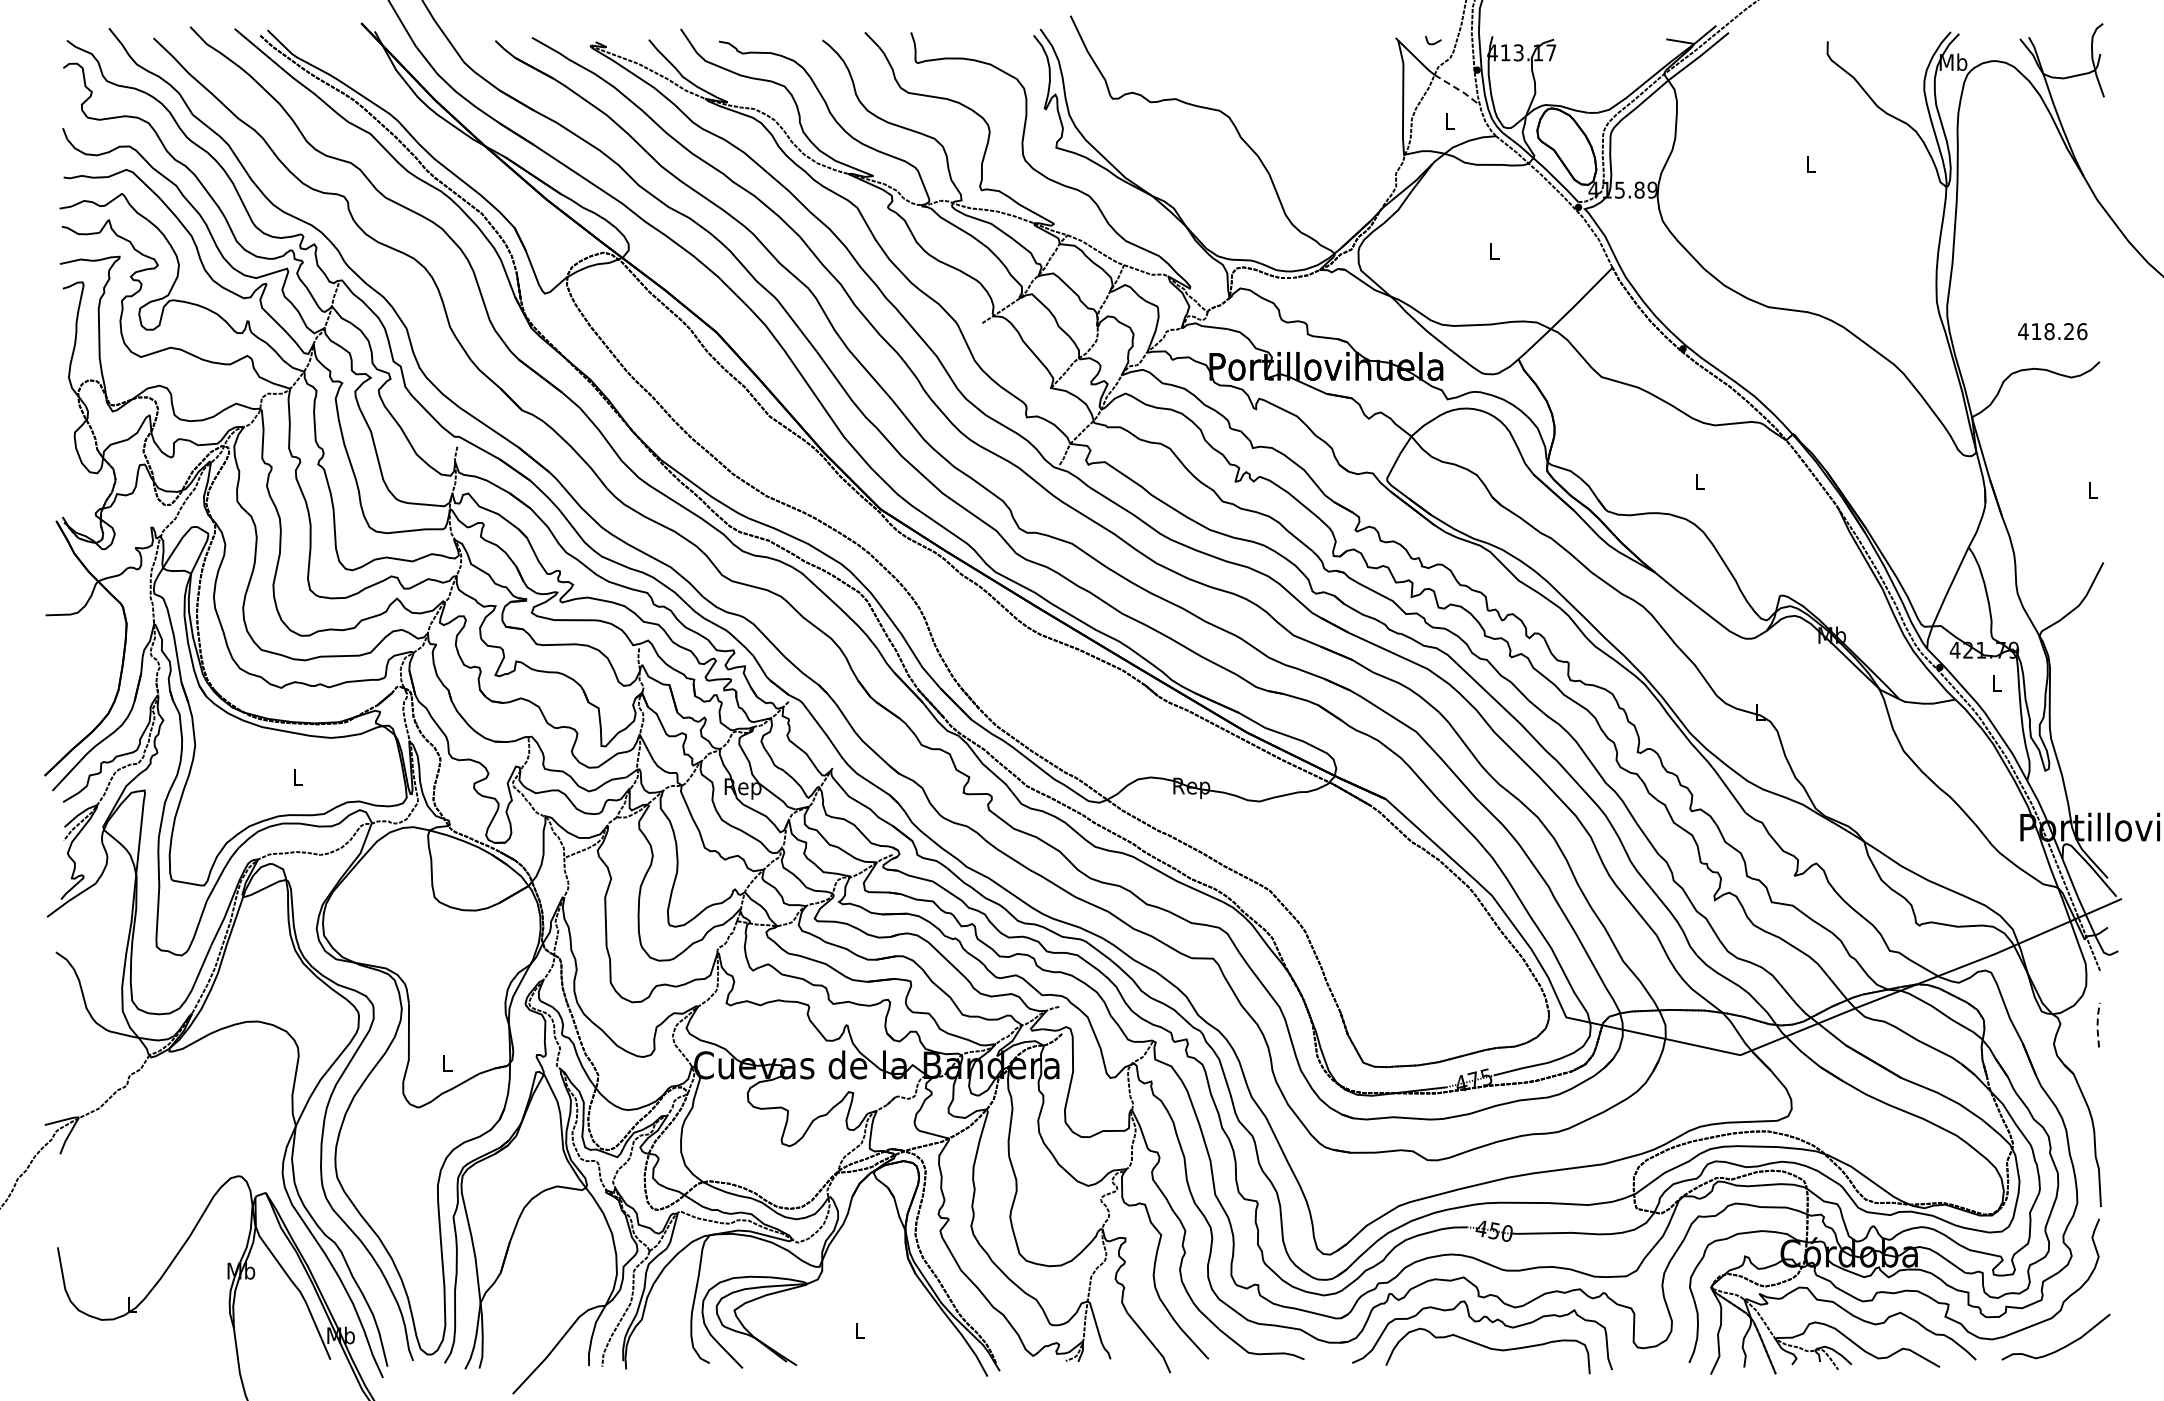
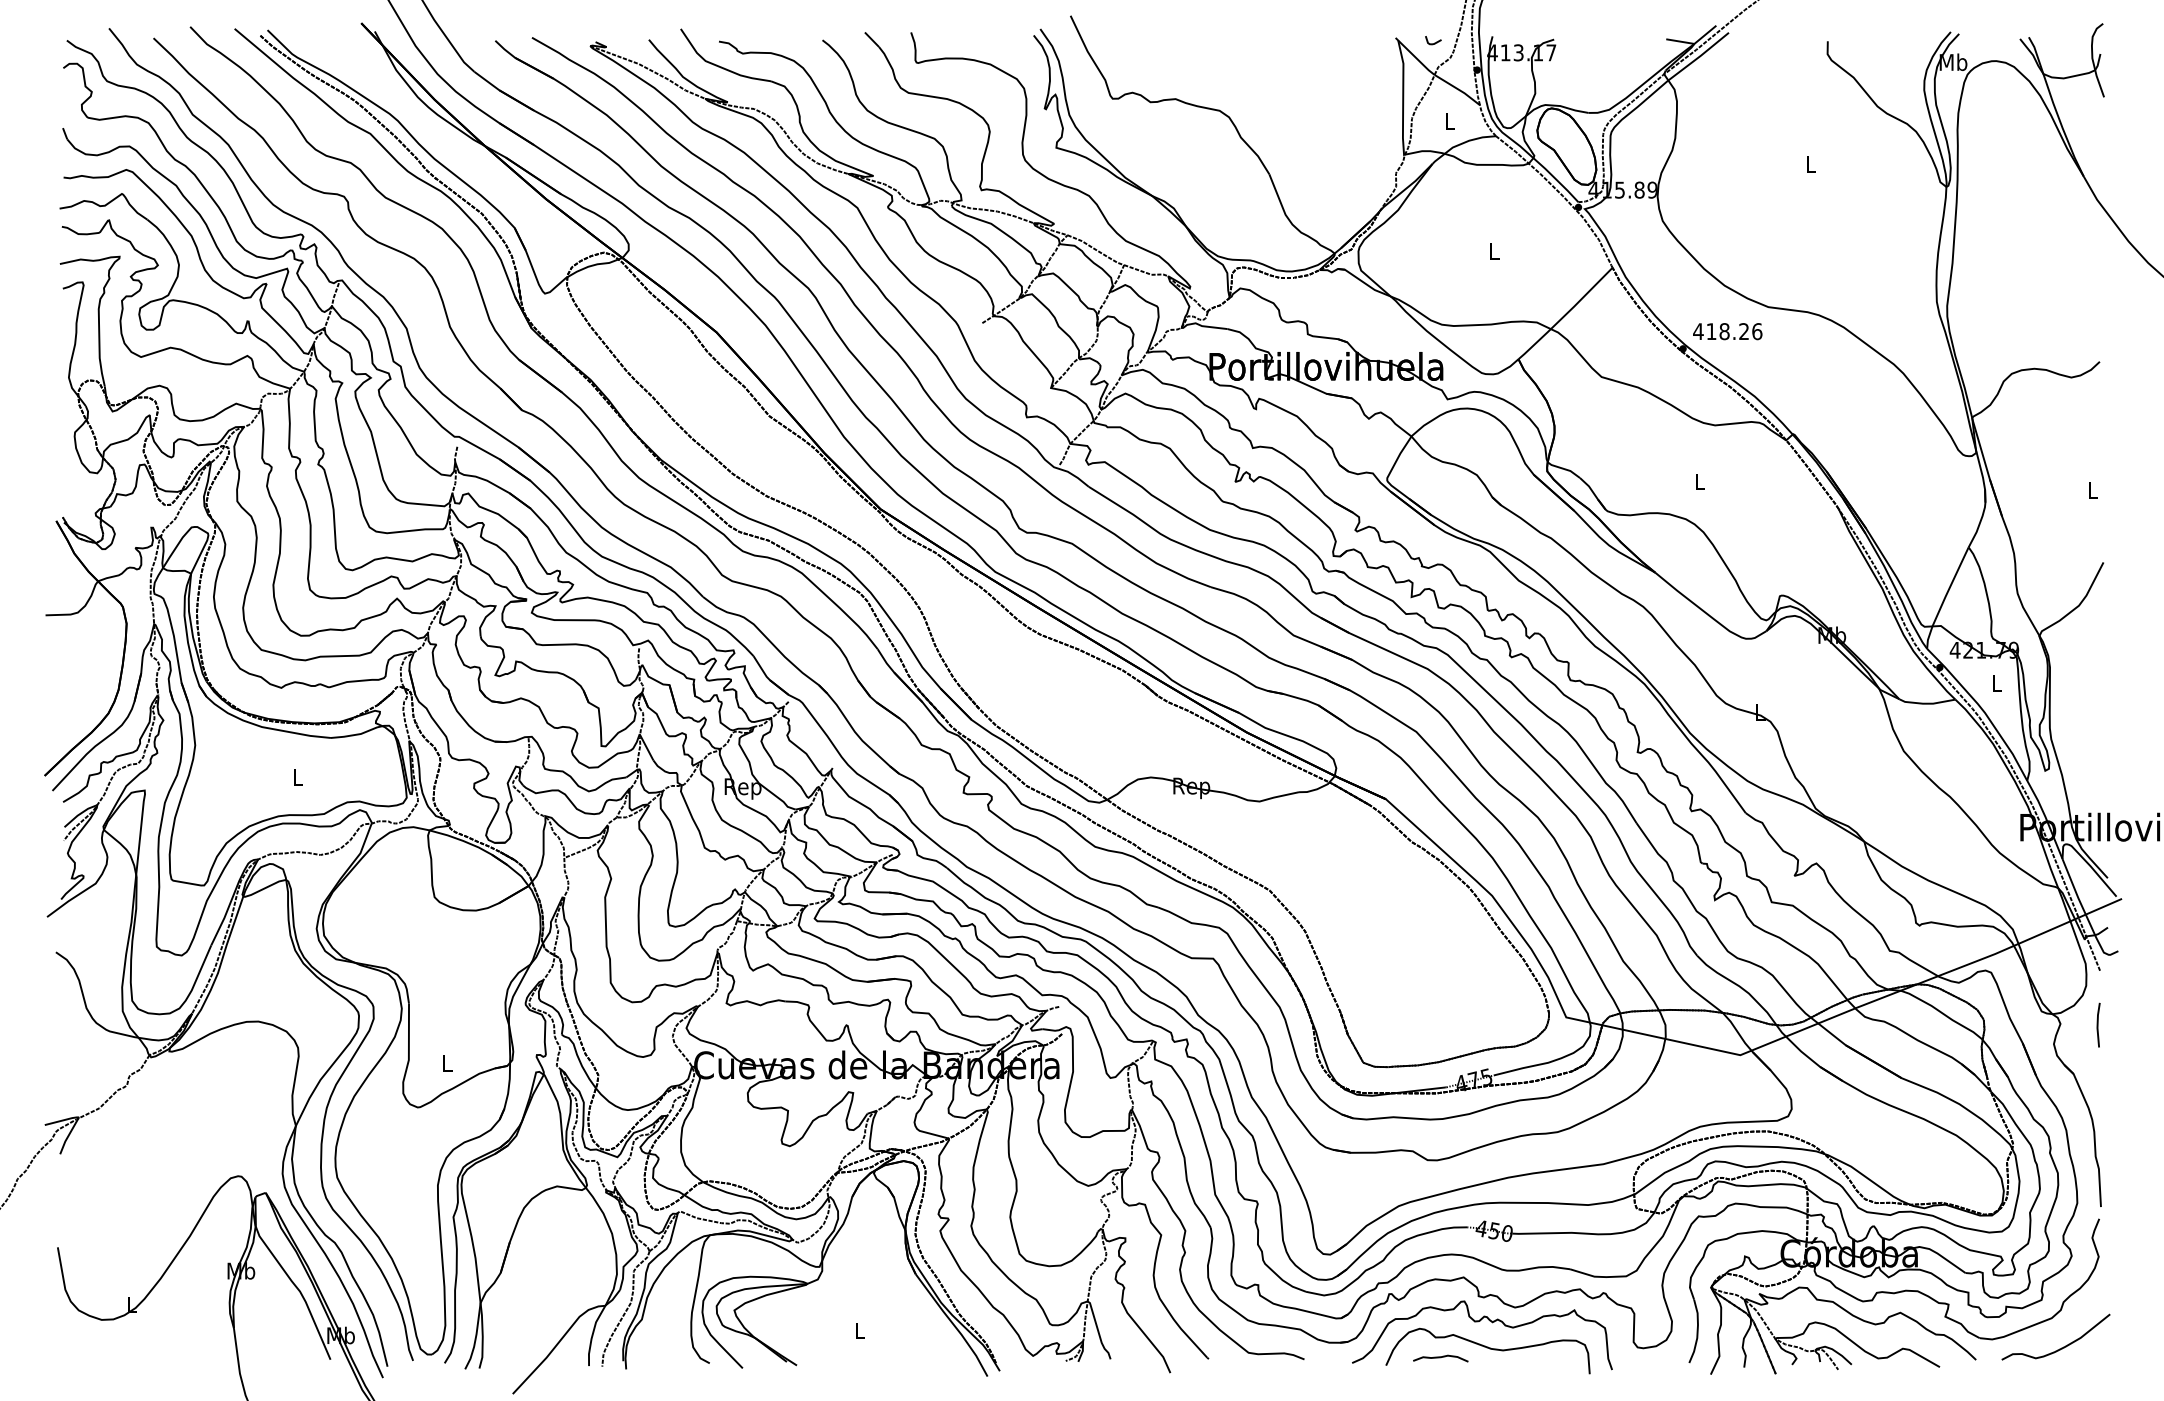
line at (1458, 89): dashed -> solid
text at (2052, 331) position: (2052, 331) -> (1727, 331)
line at (2097, 1025): dashed -> solid
curve at (1440, 1358): none -> present
